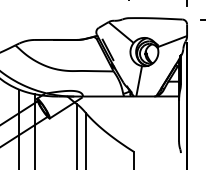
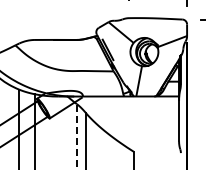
line at (76, 137): solid -> dashed
